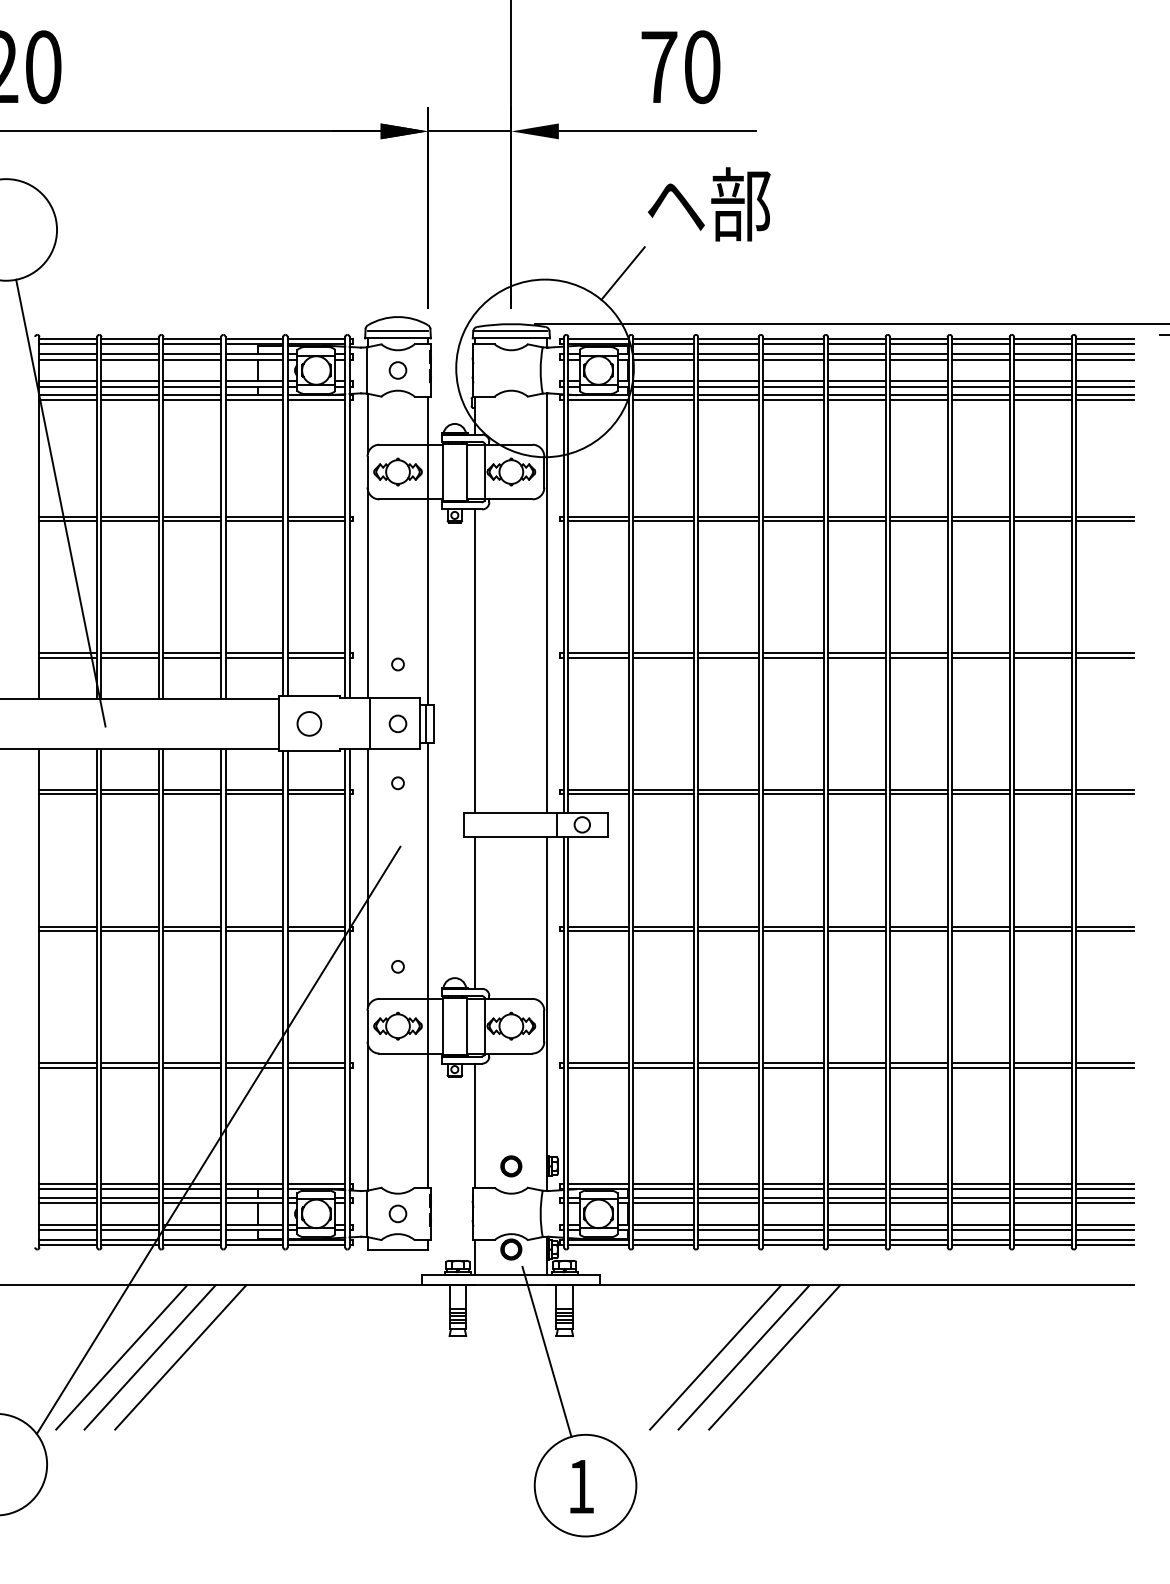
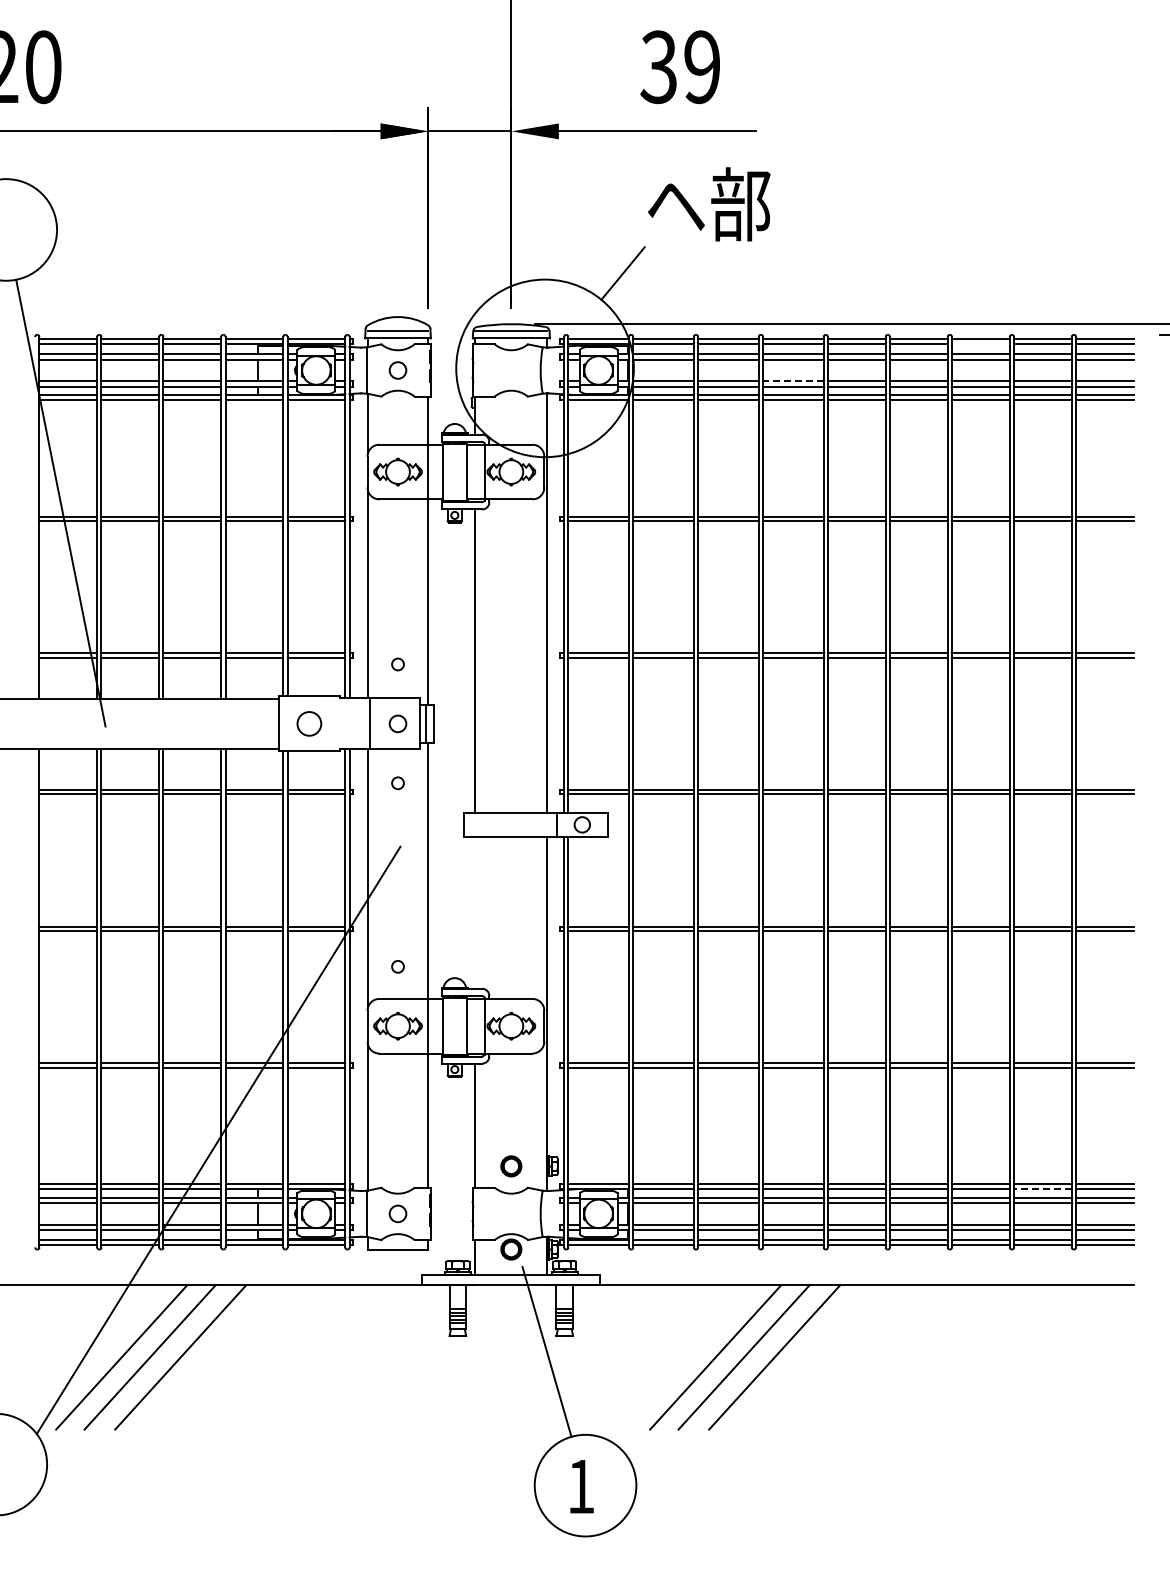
text at (680, 67): 70 -> 39
line at (980, 344): present -> none
line at (792, 381): solid -> dashed
line at (475, 912): present -> none
line at (1042, 1189): solid -> dashed
